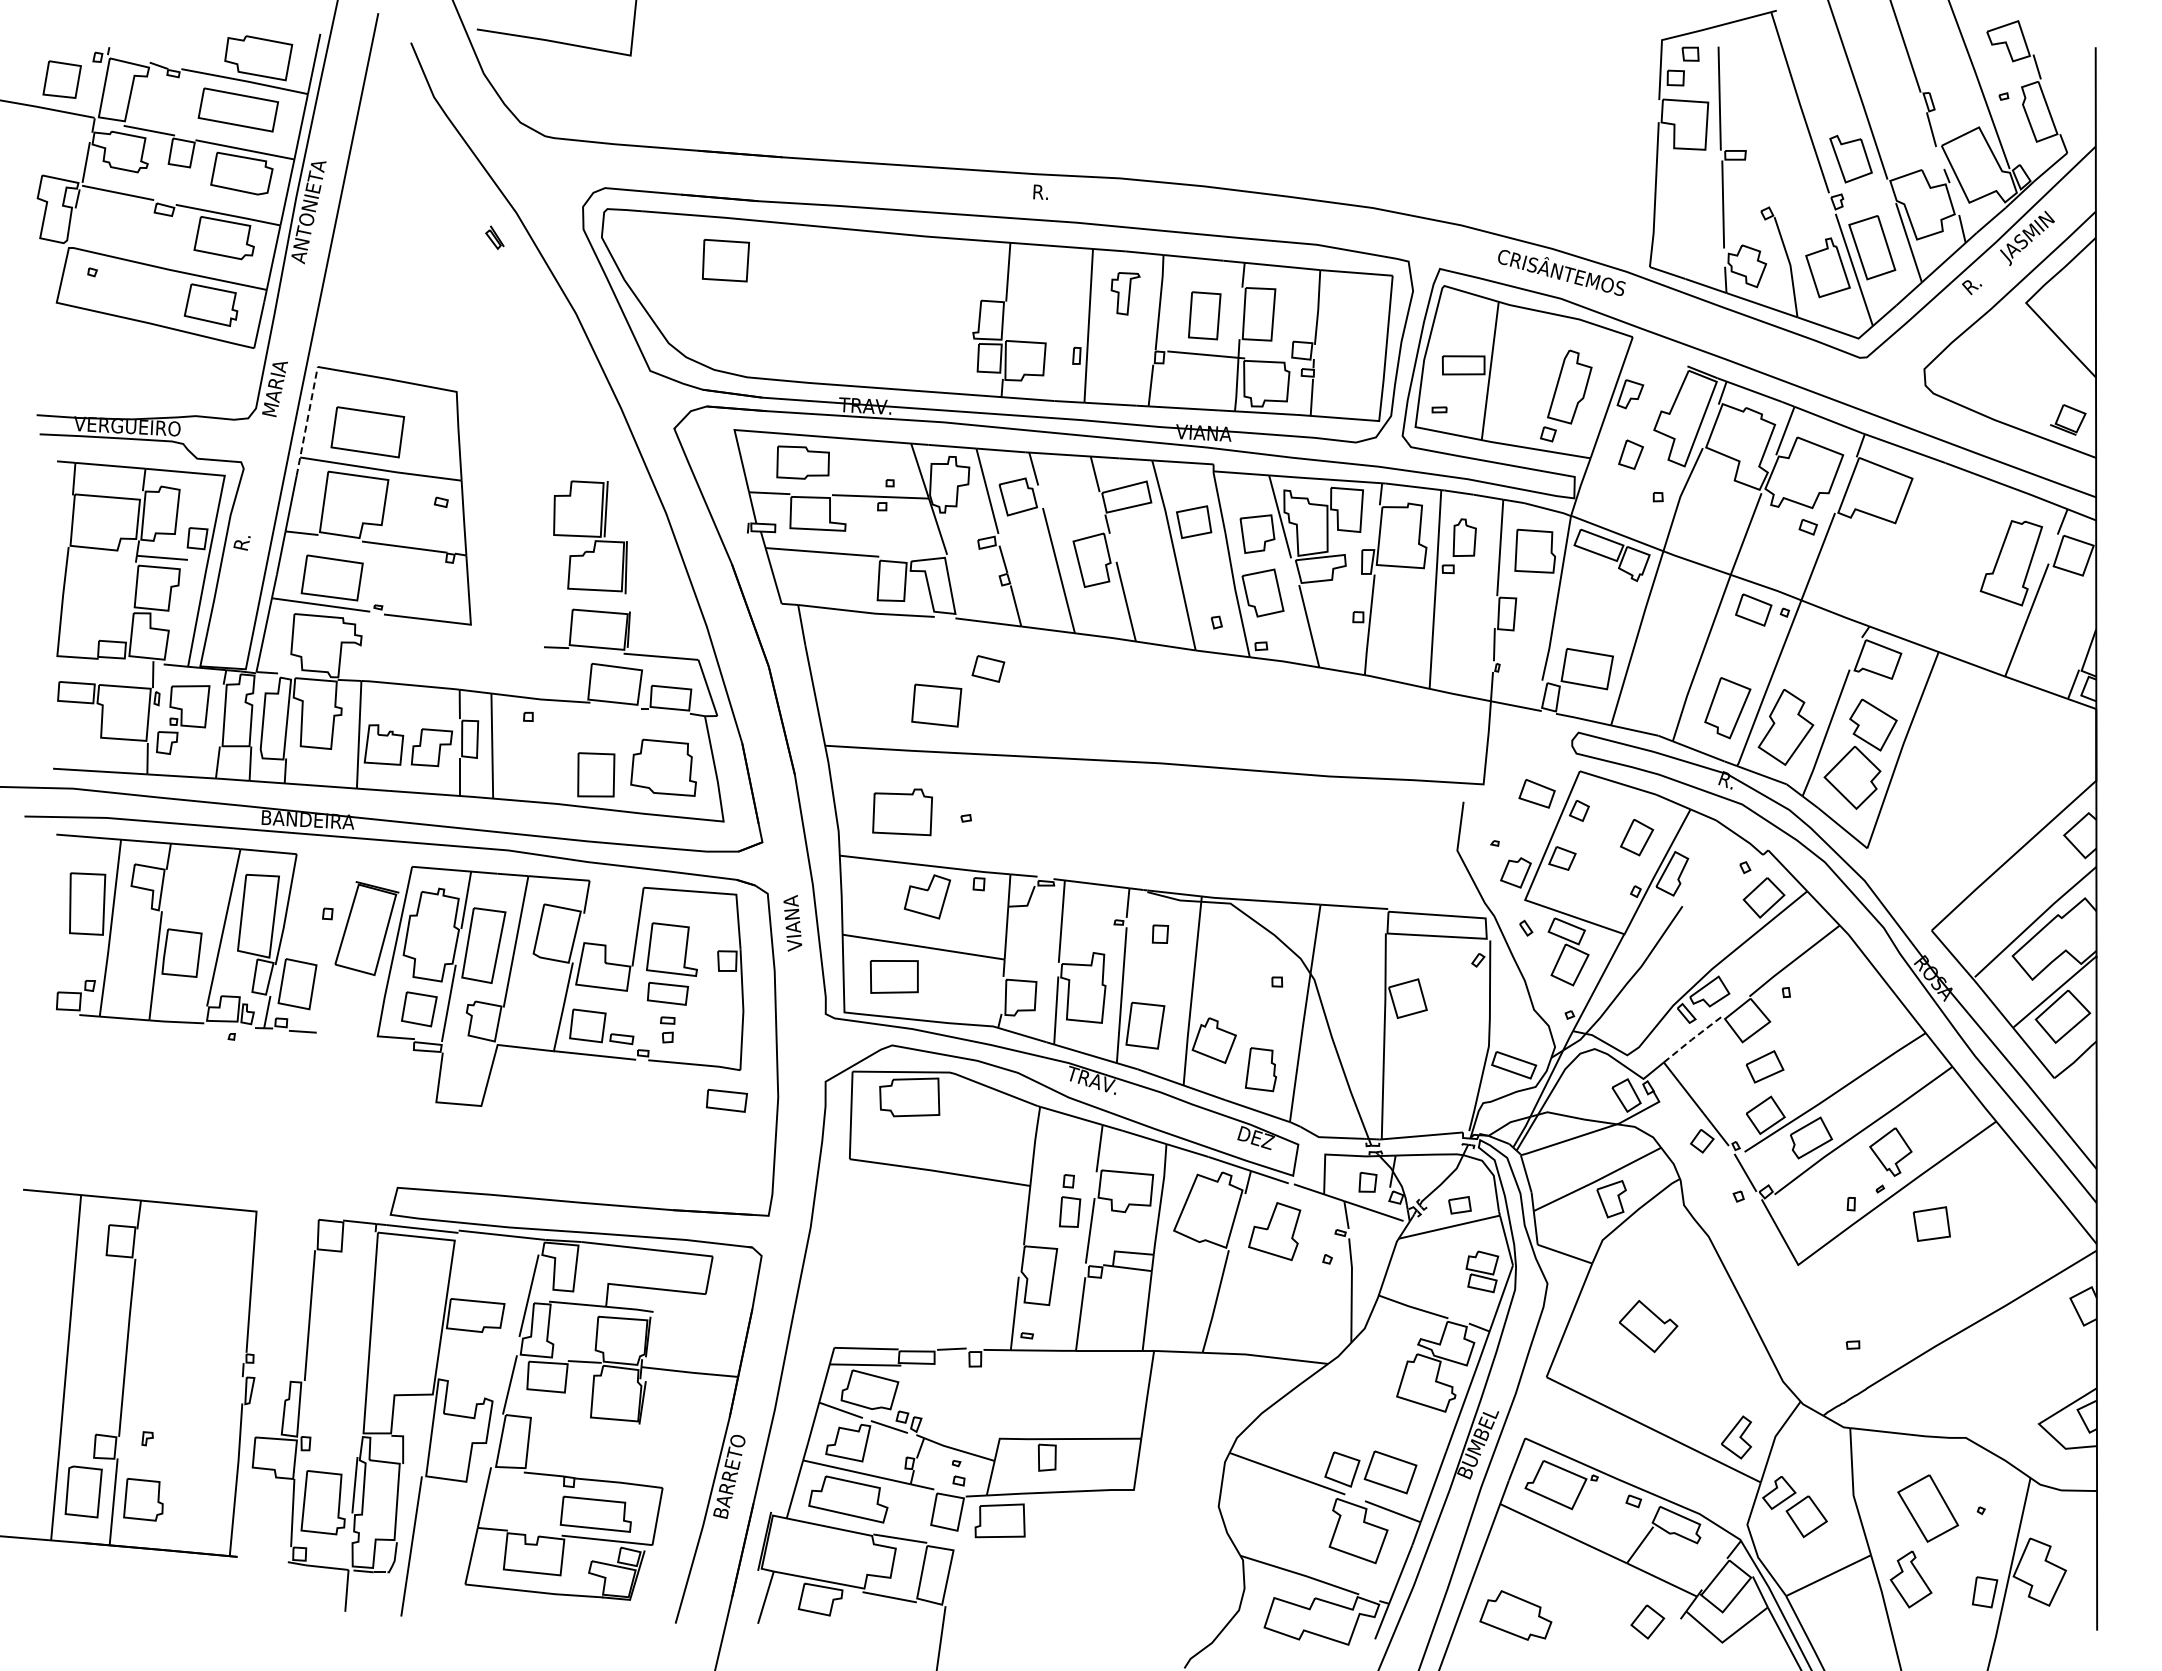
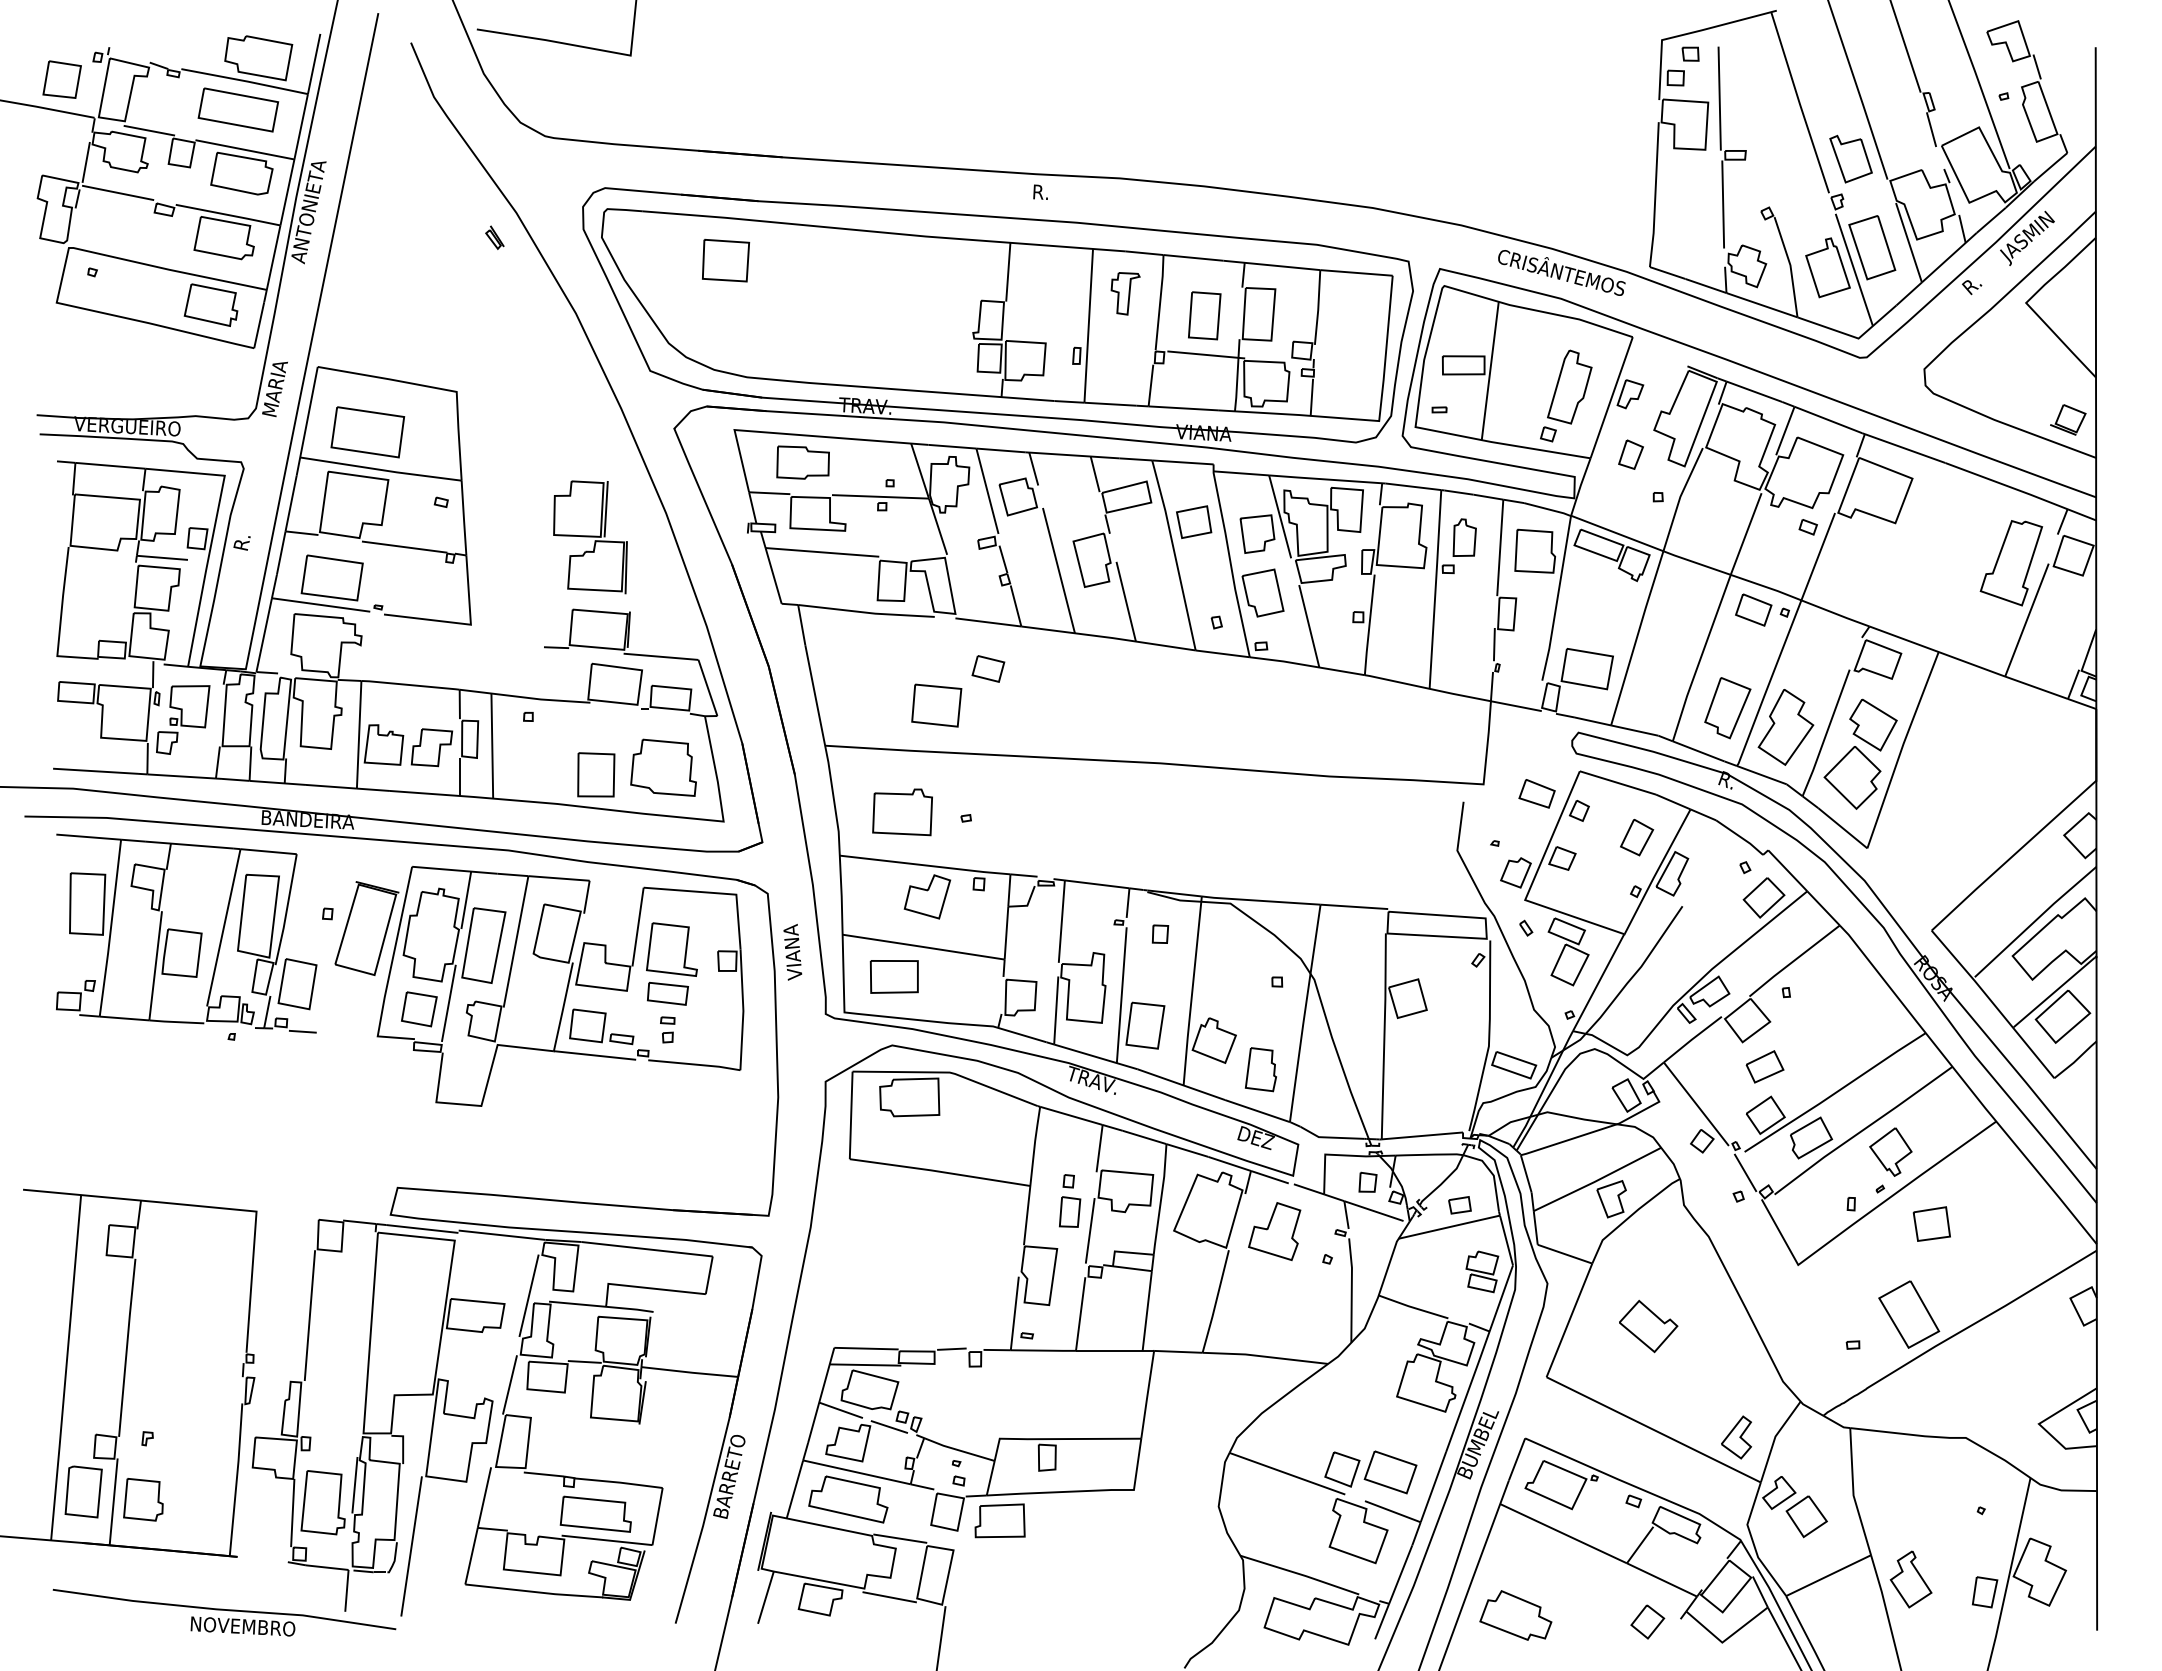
line at (307, 420): dashed -> solid
text at (792, 923) position: (792, 923) -> (792, 952)
line at (1691, 1039): dashed -> solid
part at (726, 1100): present -> none
part at (1928, 1508) position: (1928, 1508) -> (1909, 1314)
part at (224, 1612): none -> present
